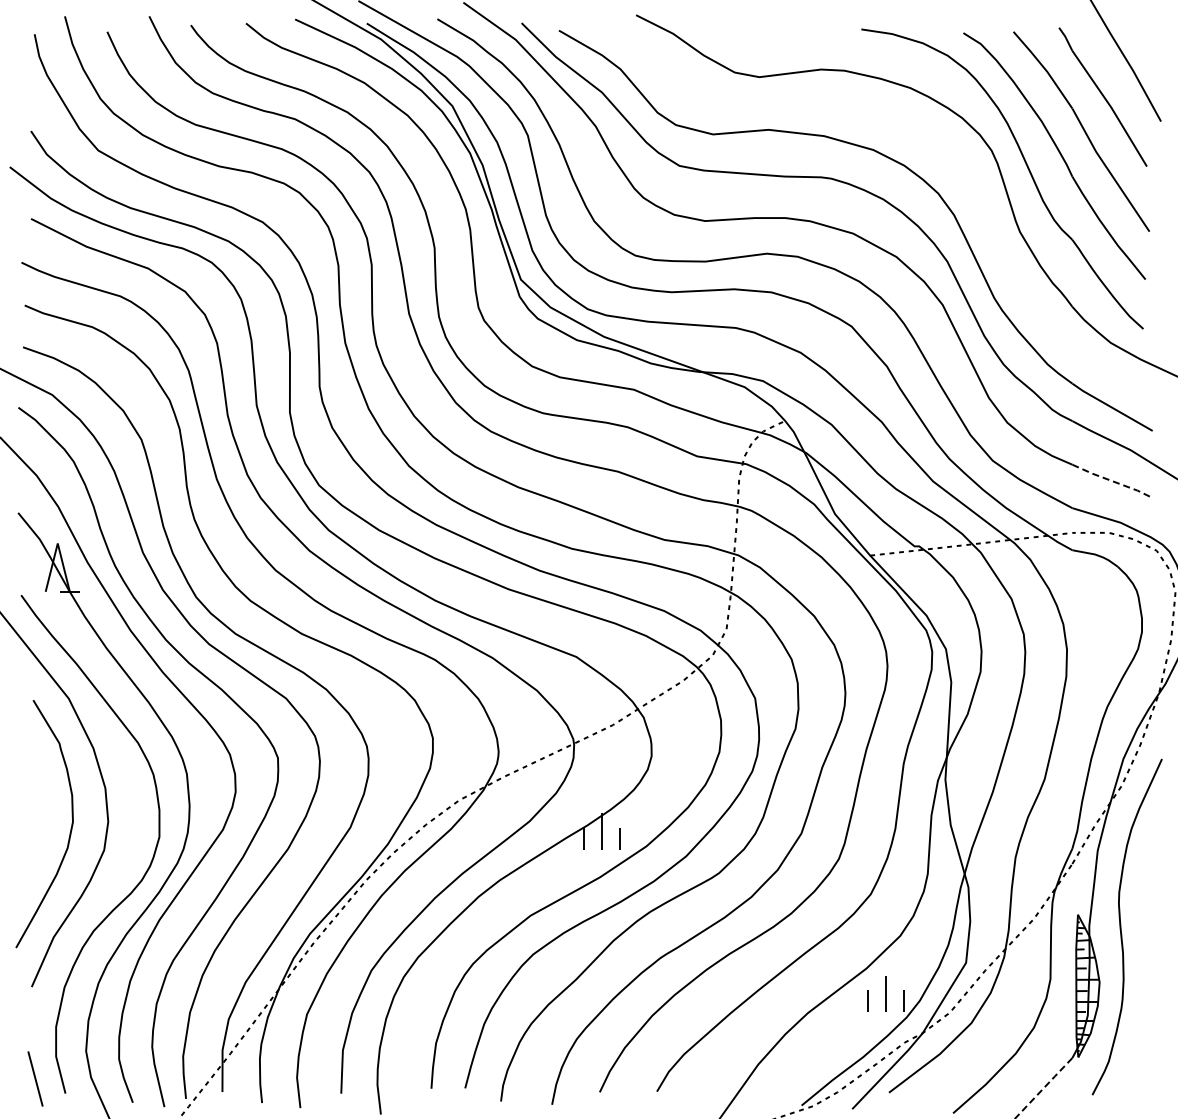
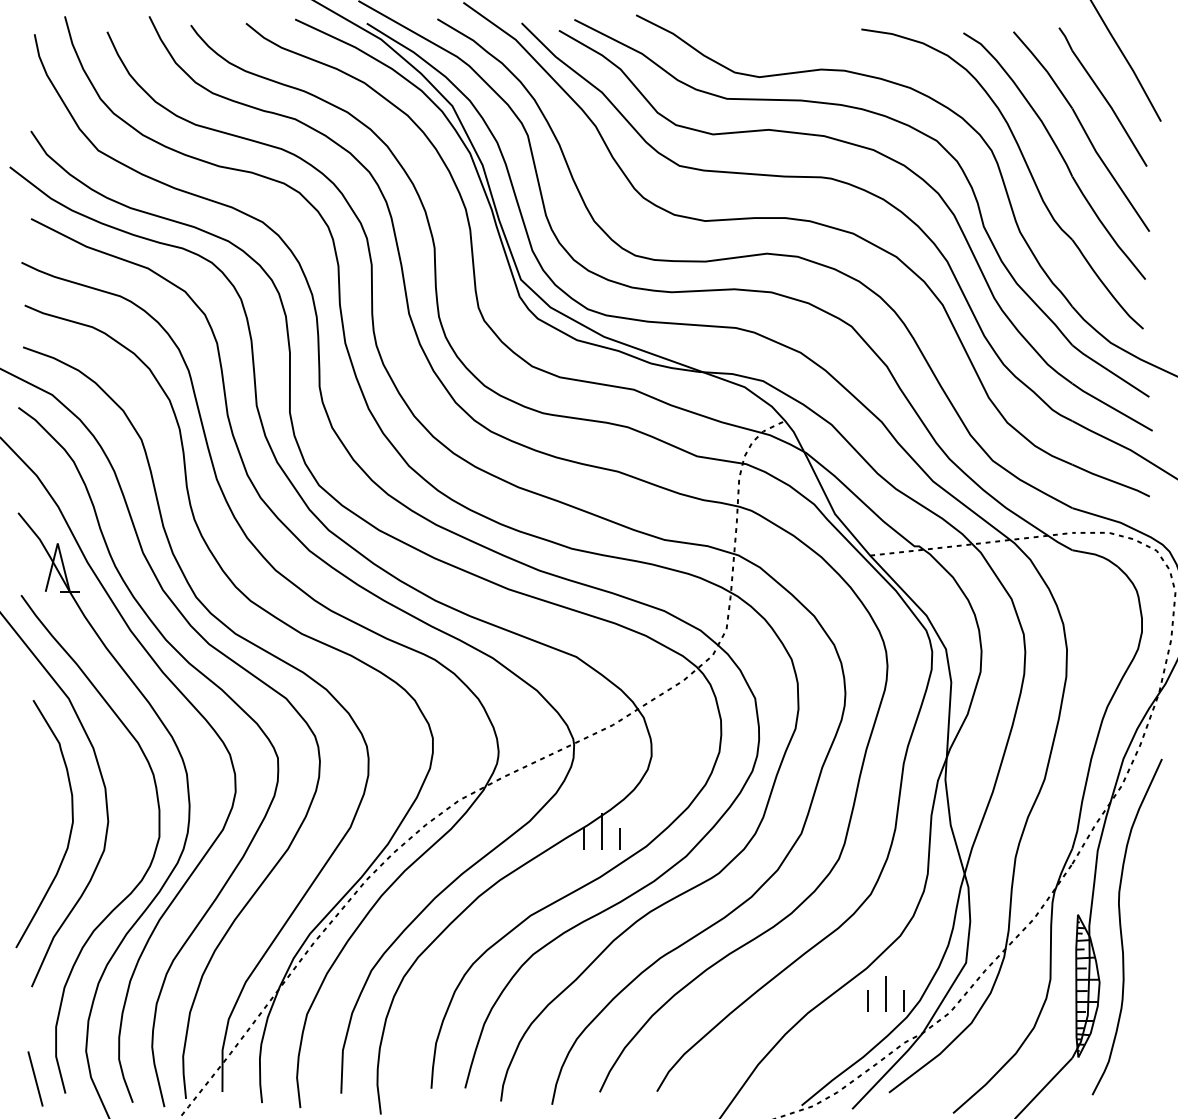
part at (897, 122): none -> present
line at (1110, 480): dashed -> solid
line at (1044, 1087): dashed -> solid
